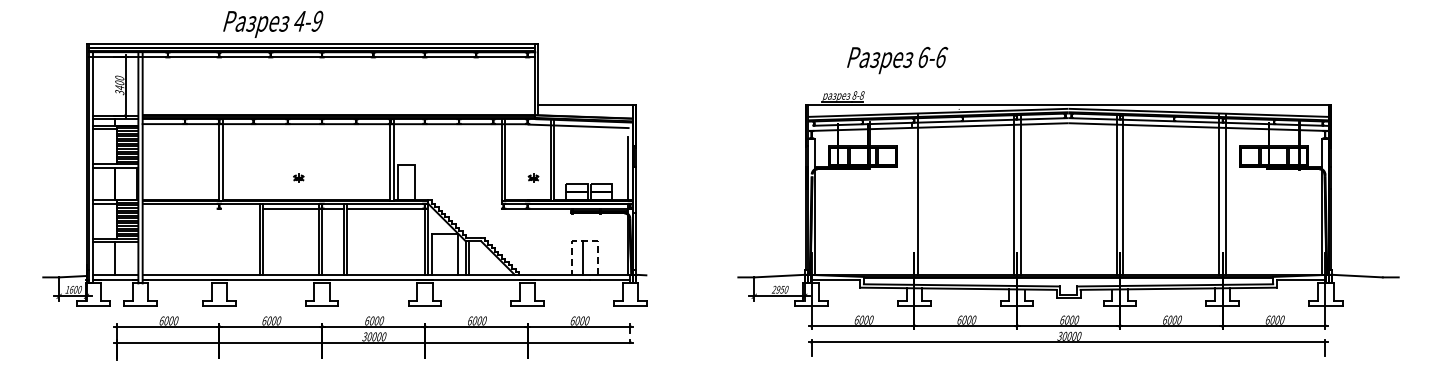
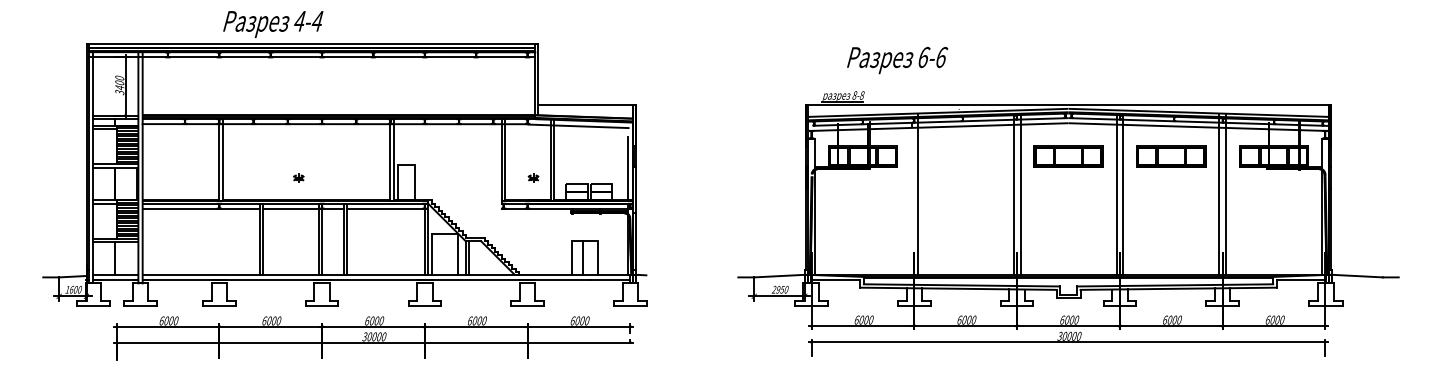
text at (317, 20): 4-9 -> 4-4
part at (1068, 156): none -> present
part at (1171, 156): none -> present
line at (200, 208): none -> present
line at (585, 241): dashed -> solid
